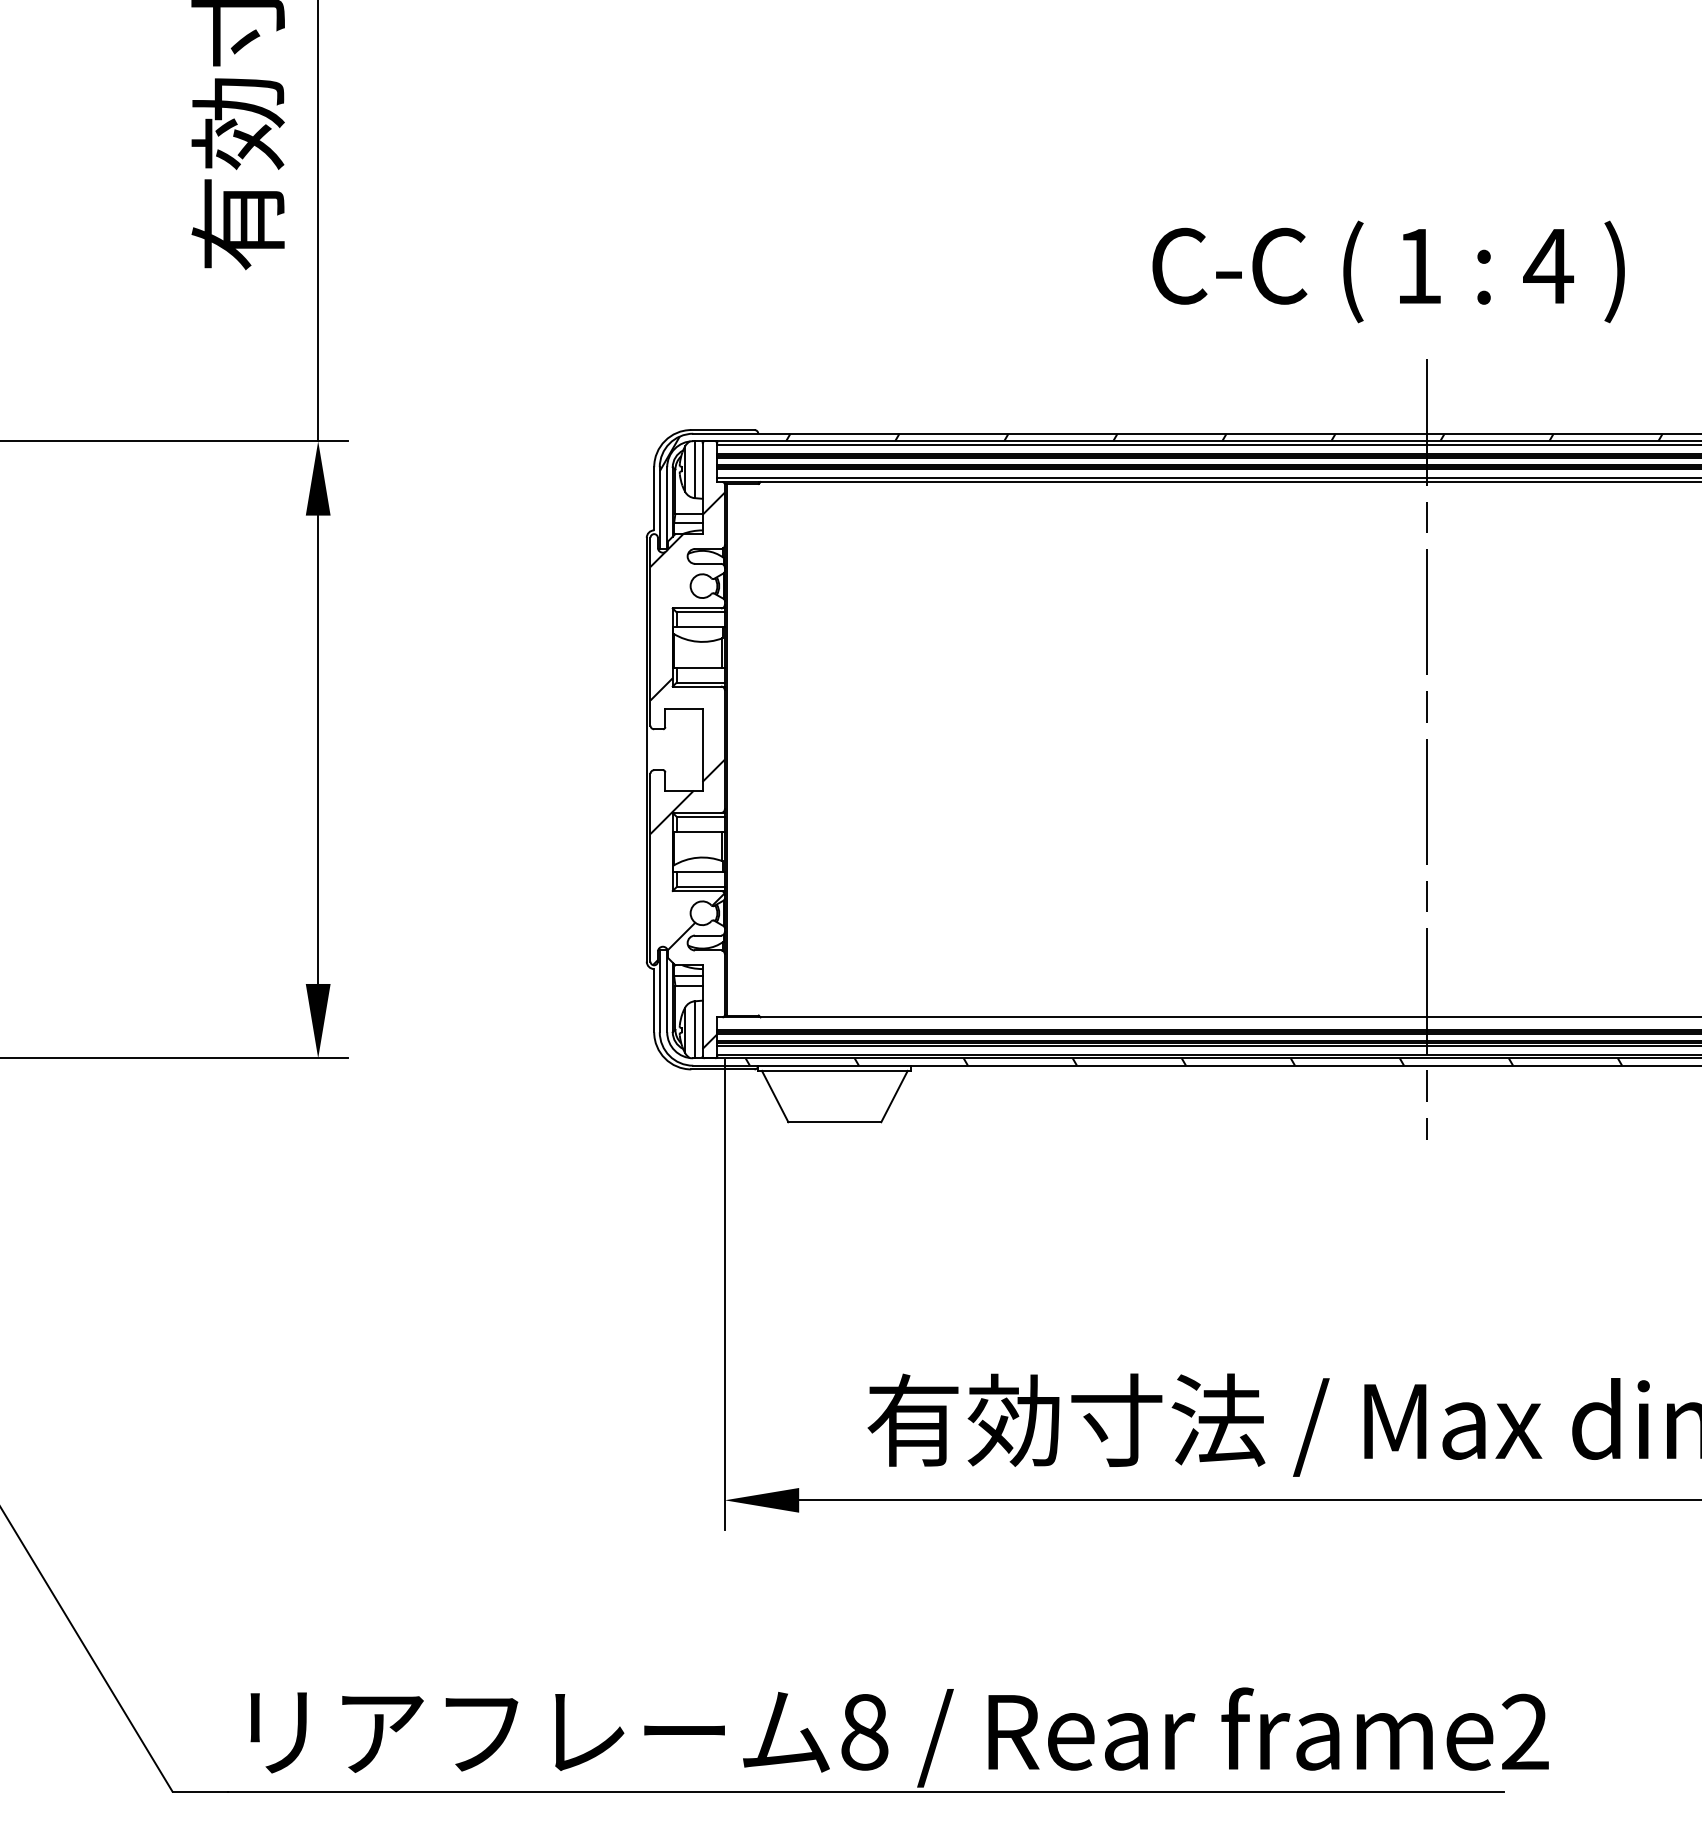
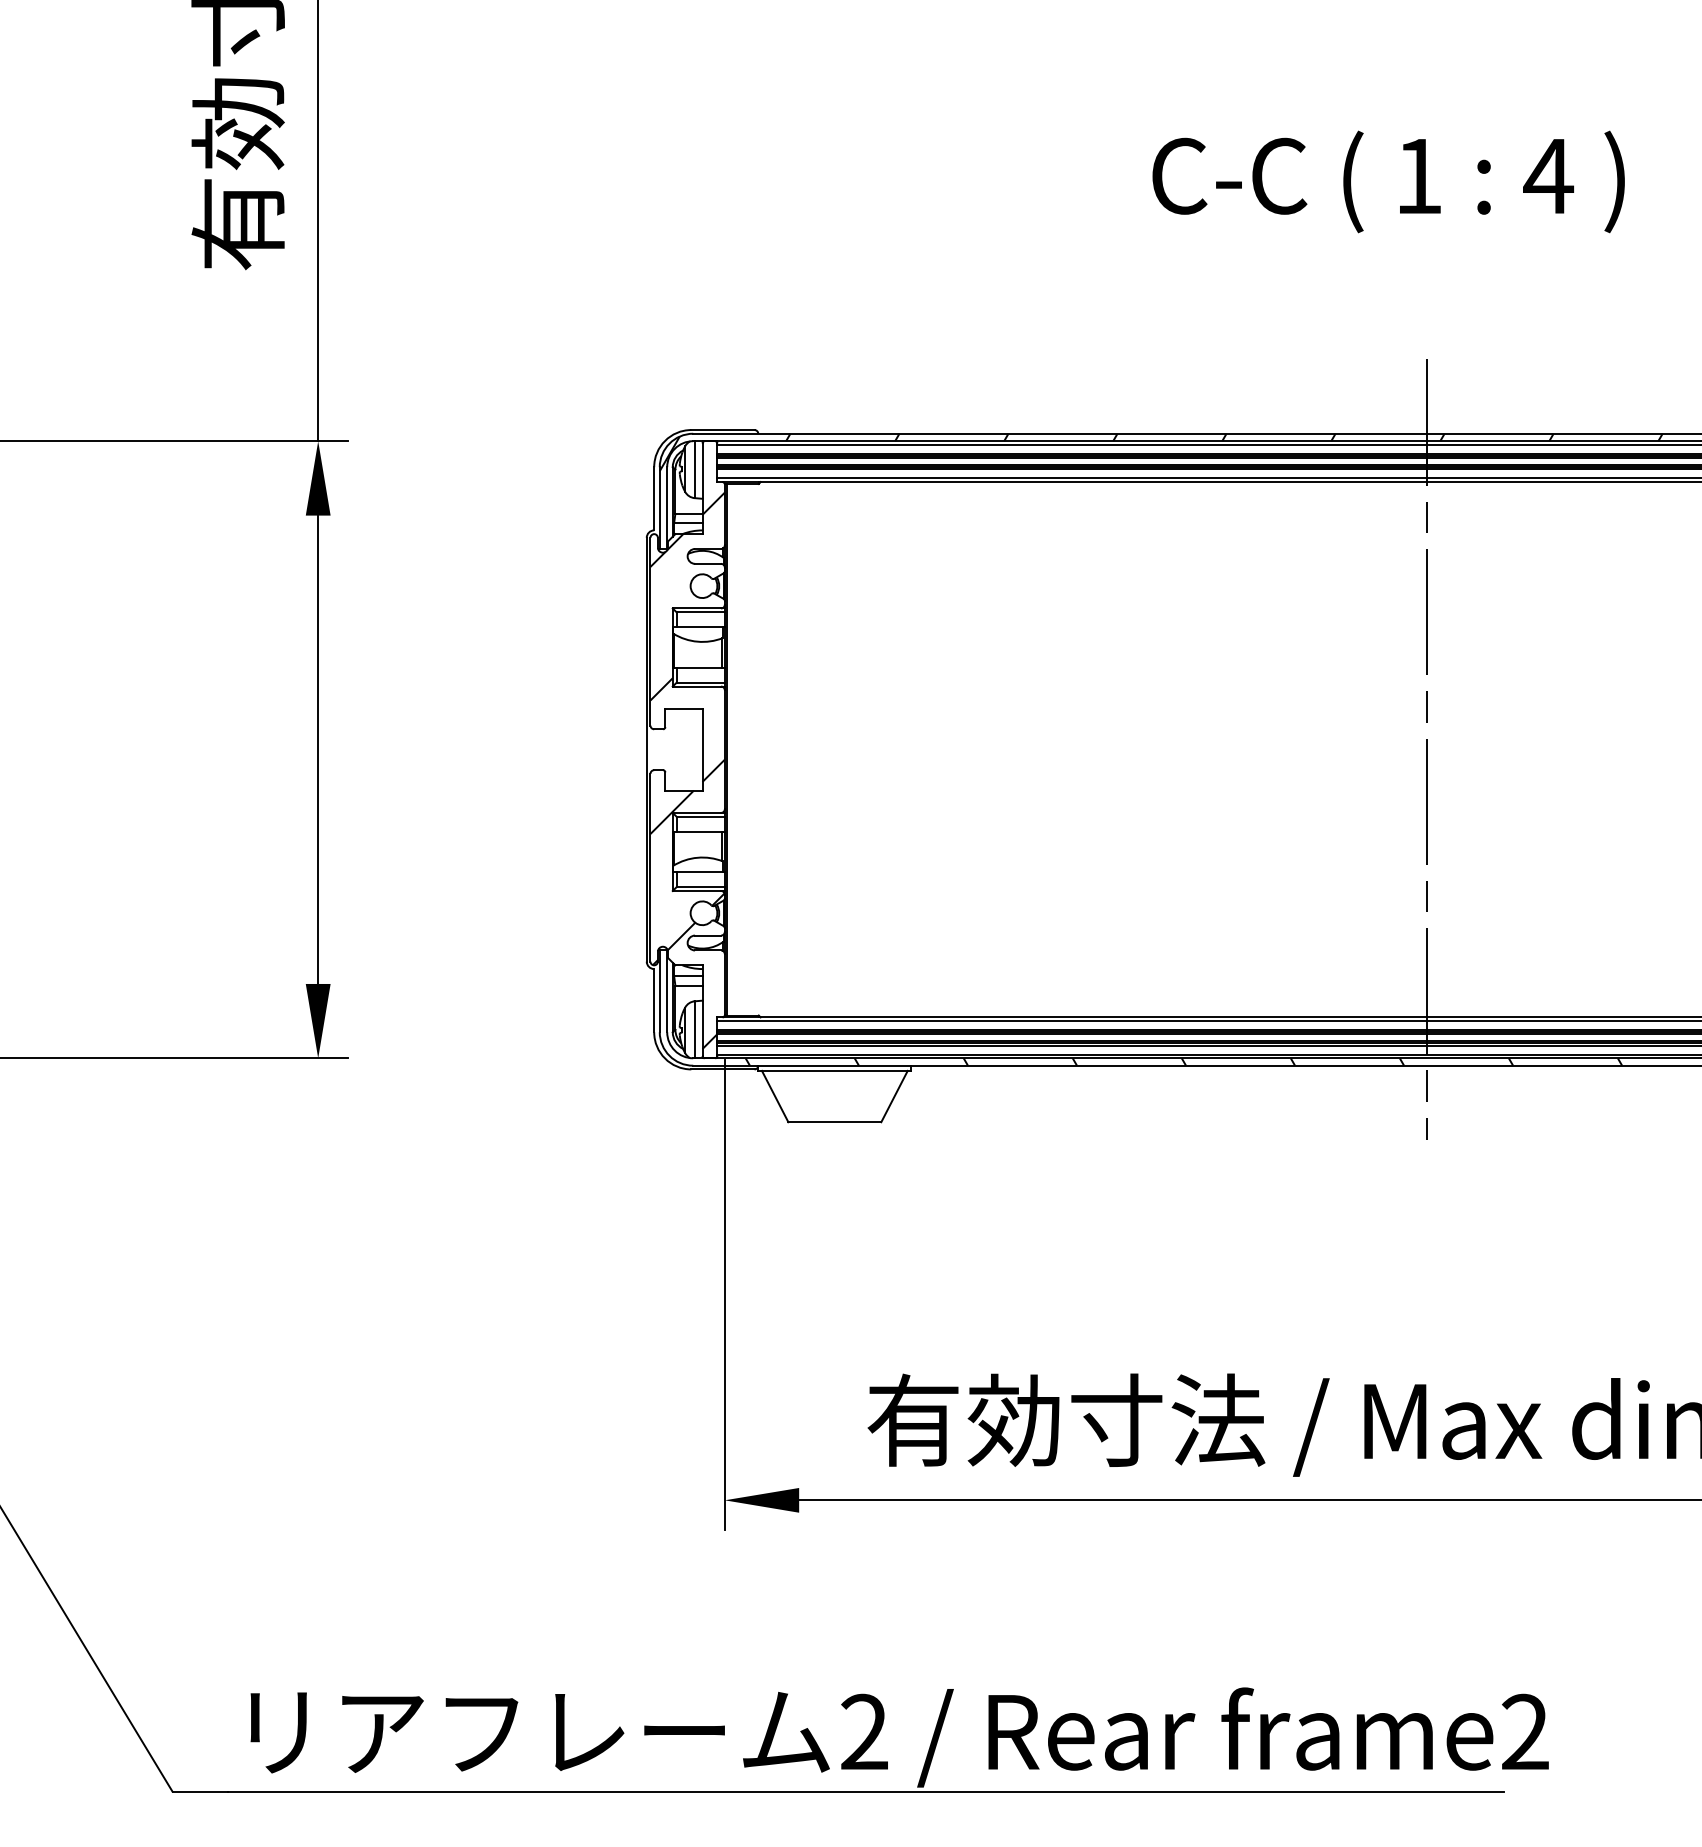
text at (1388, 271) position: (1388, 271) -> (1388, 181)
line at (1207, 1021): none -> present
text at (864, 1731): 8 -> 2
